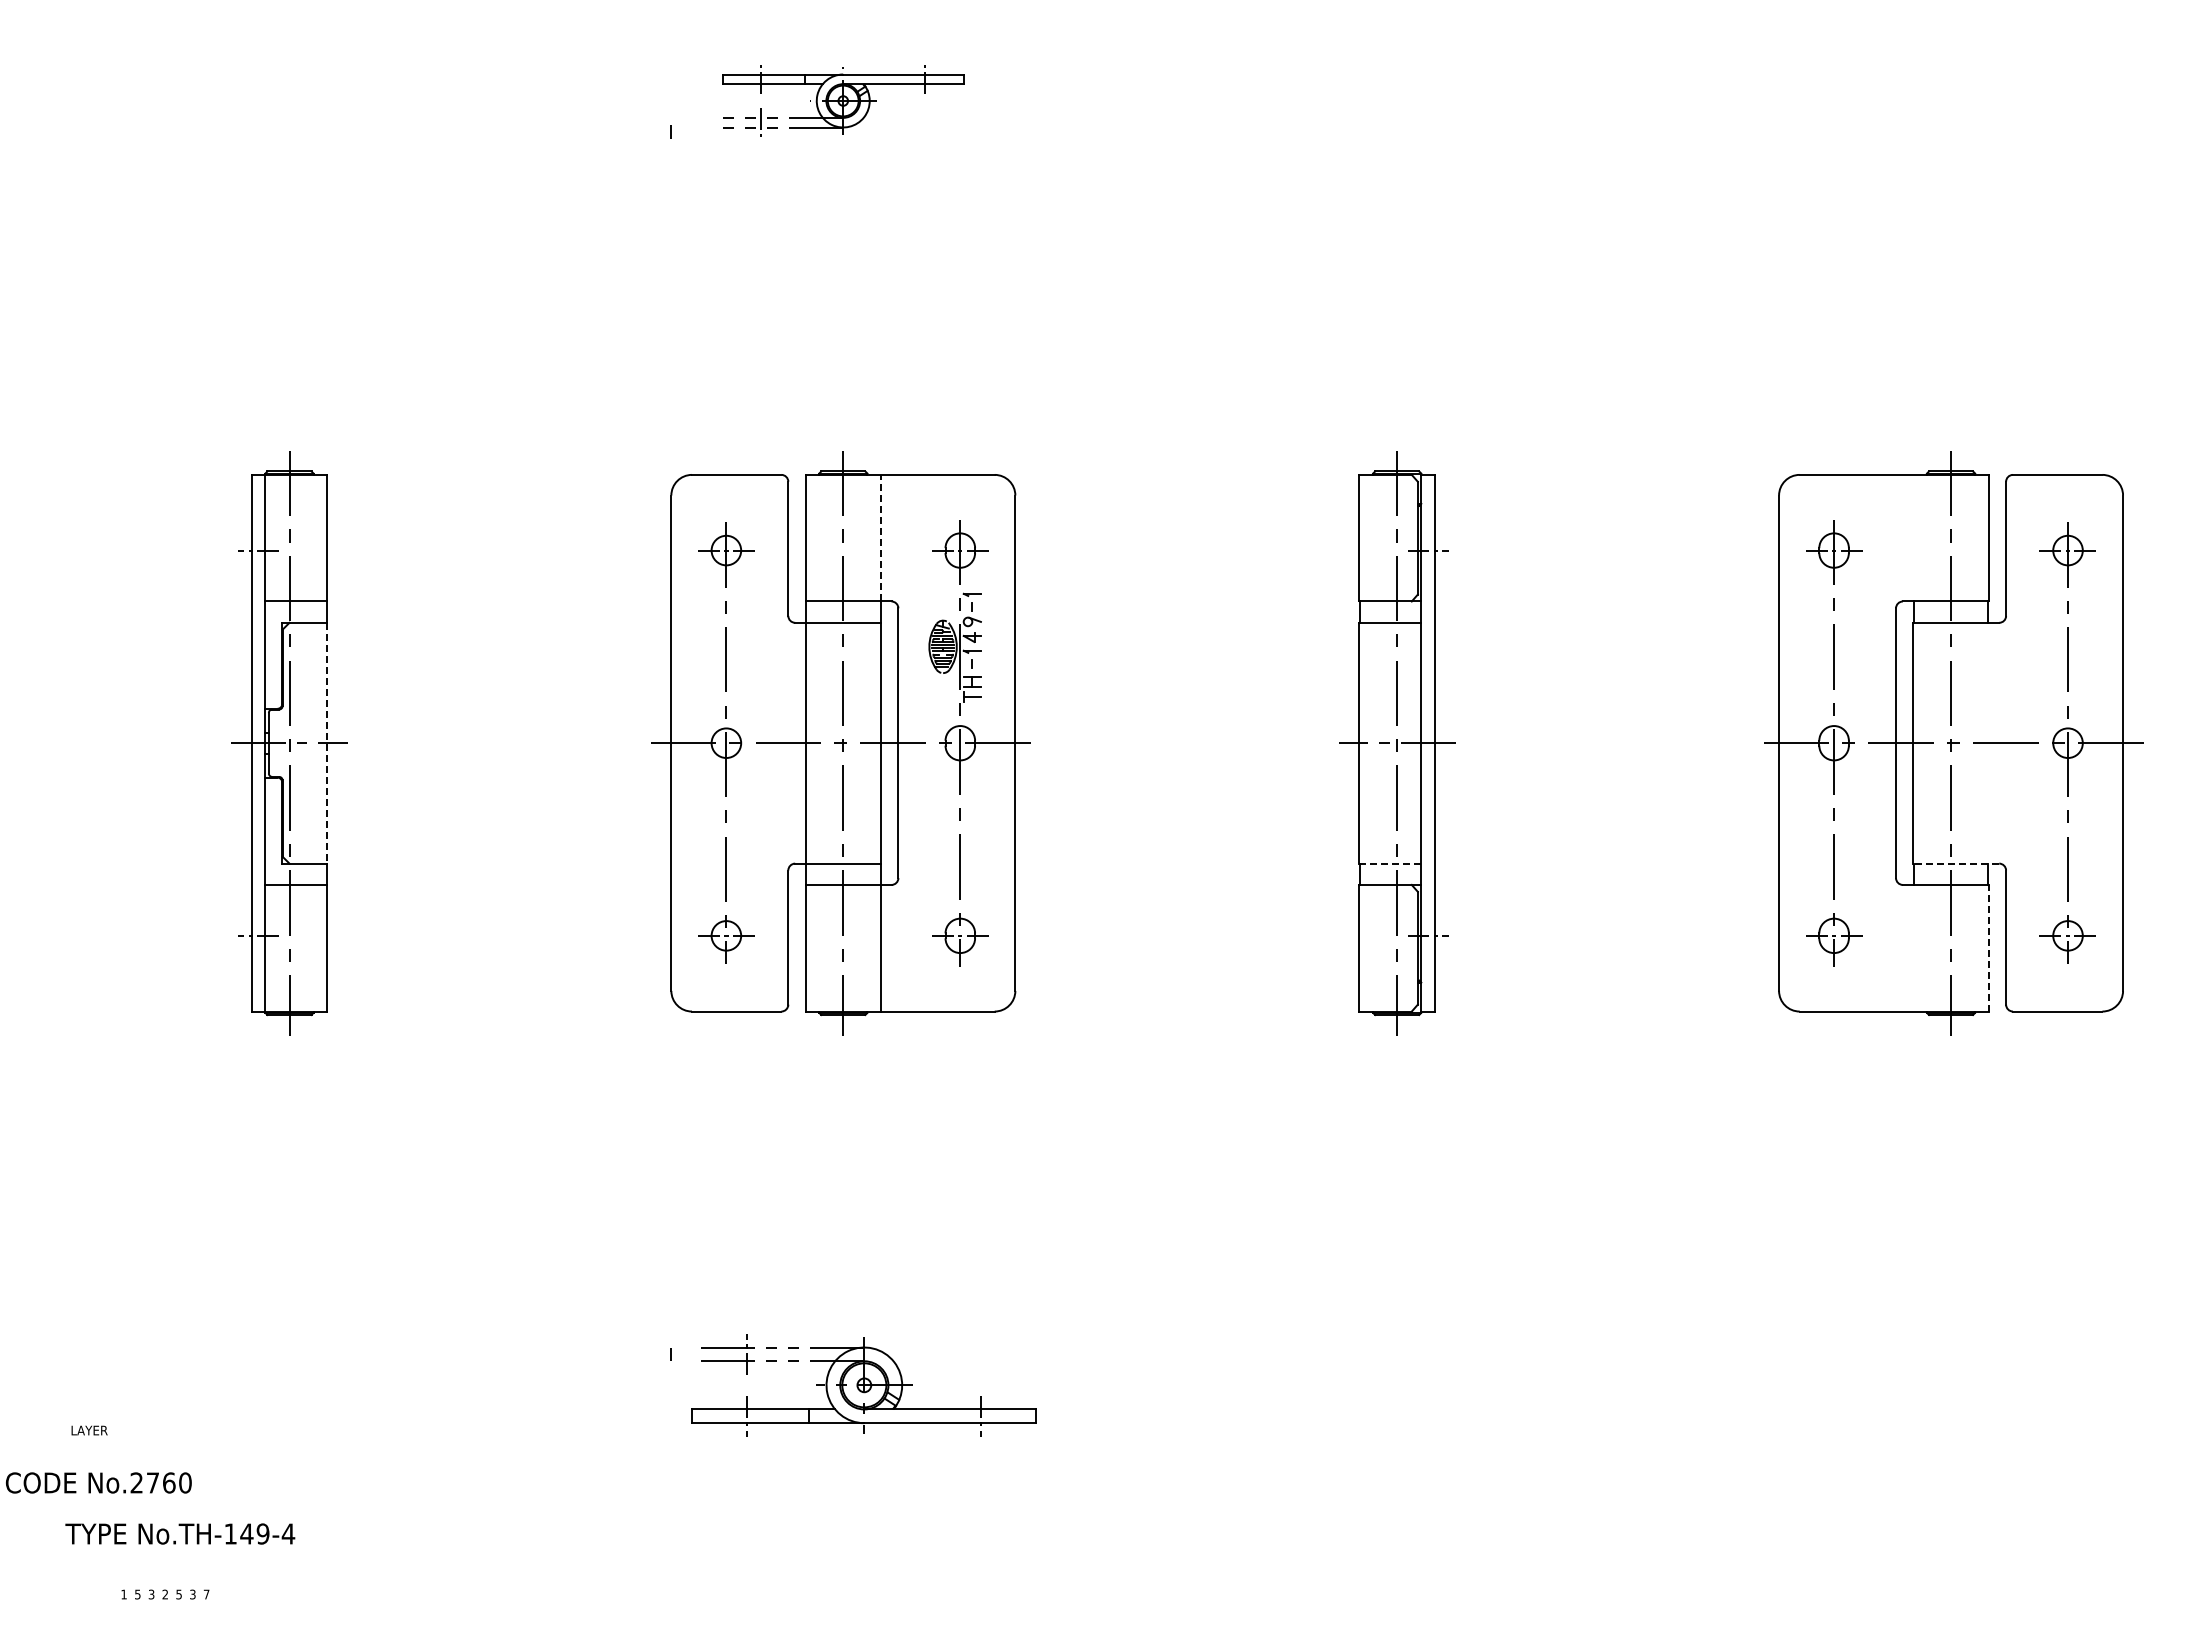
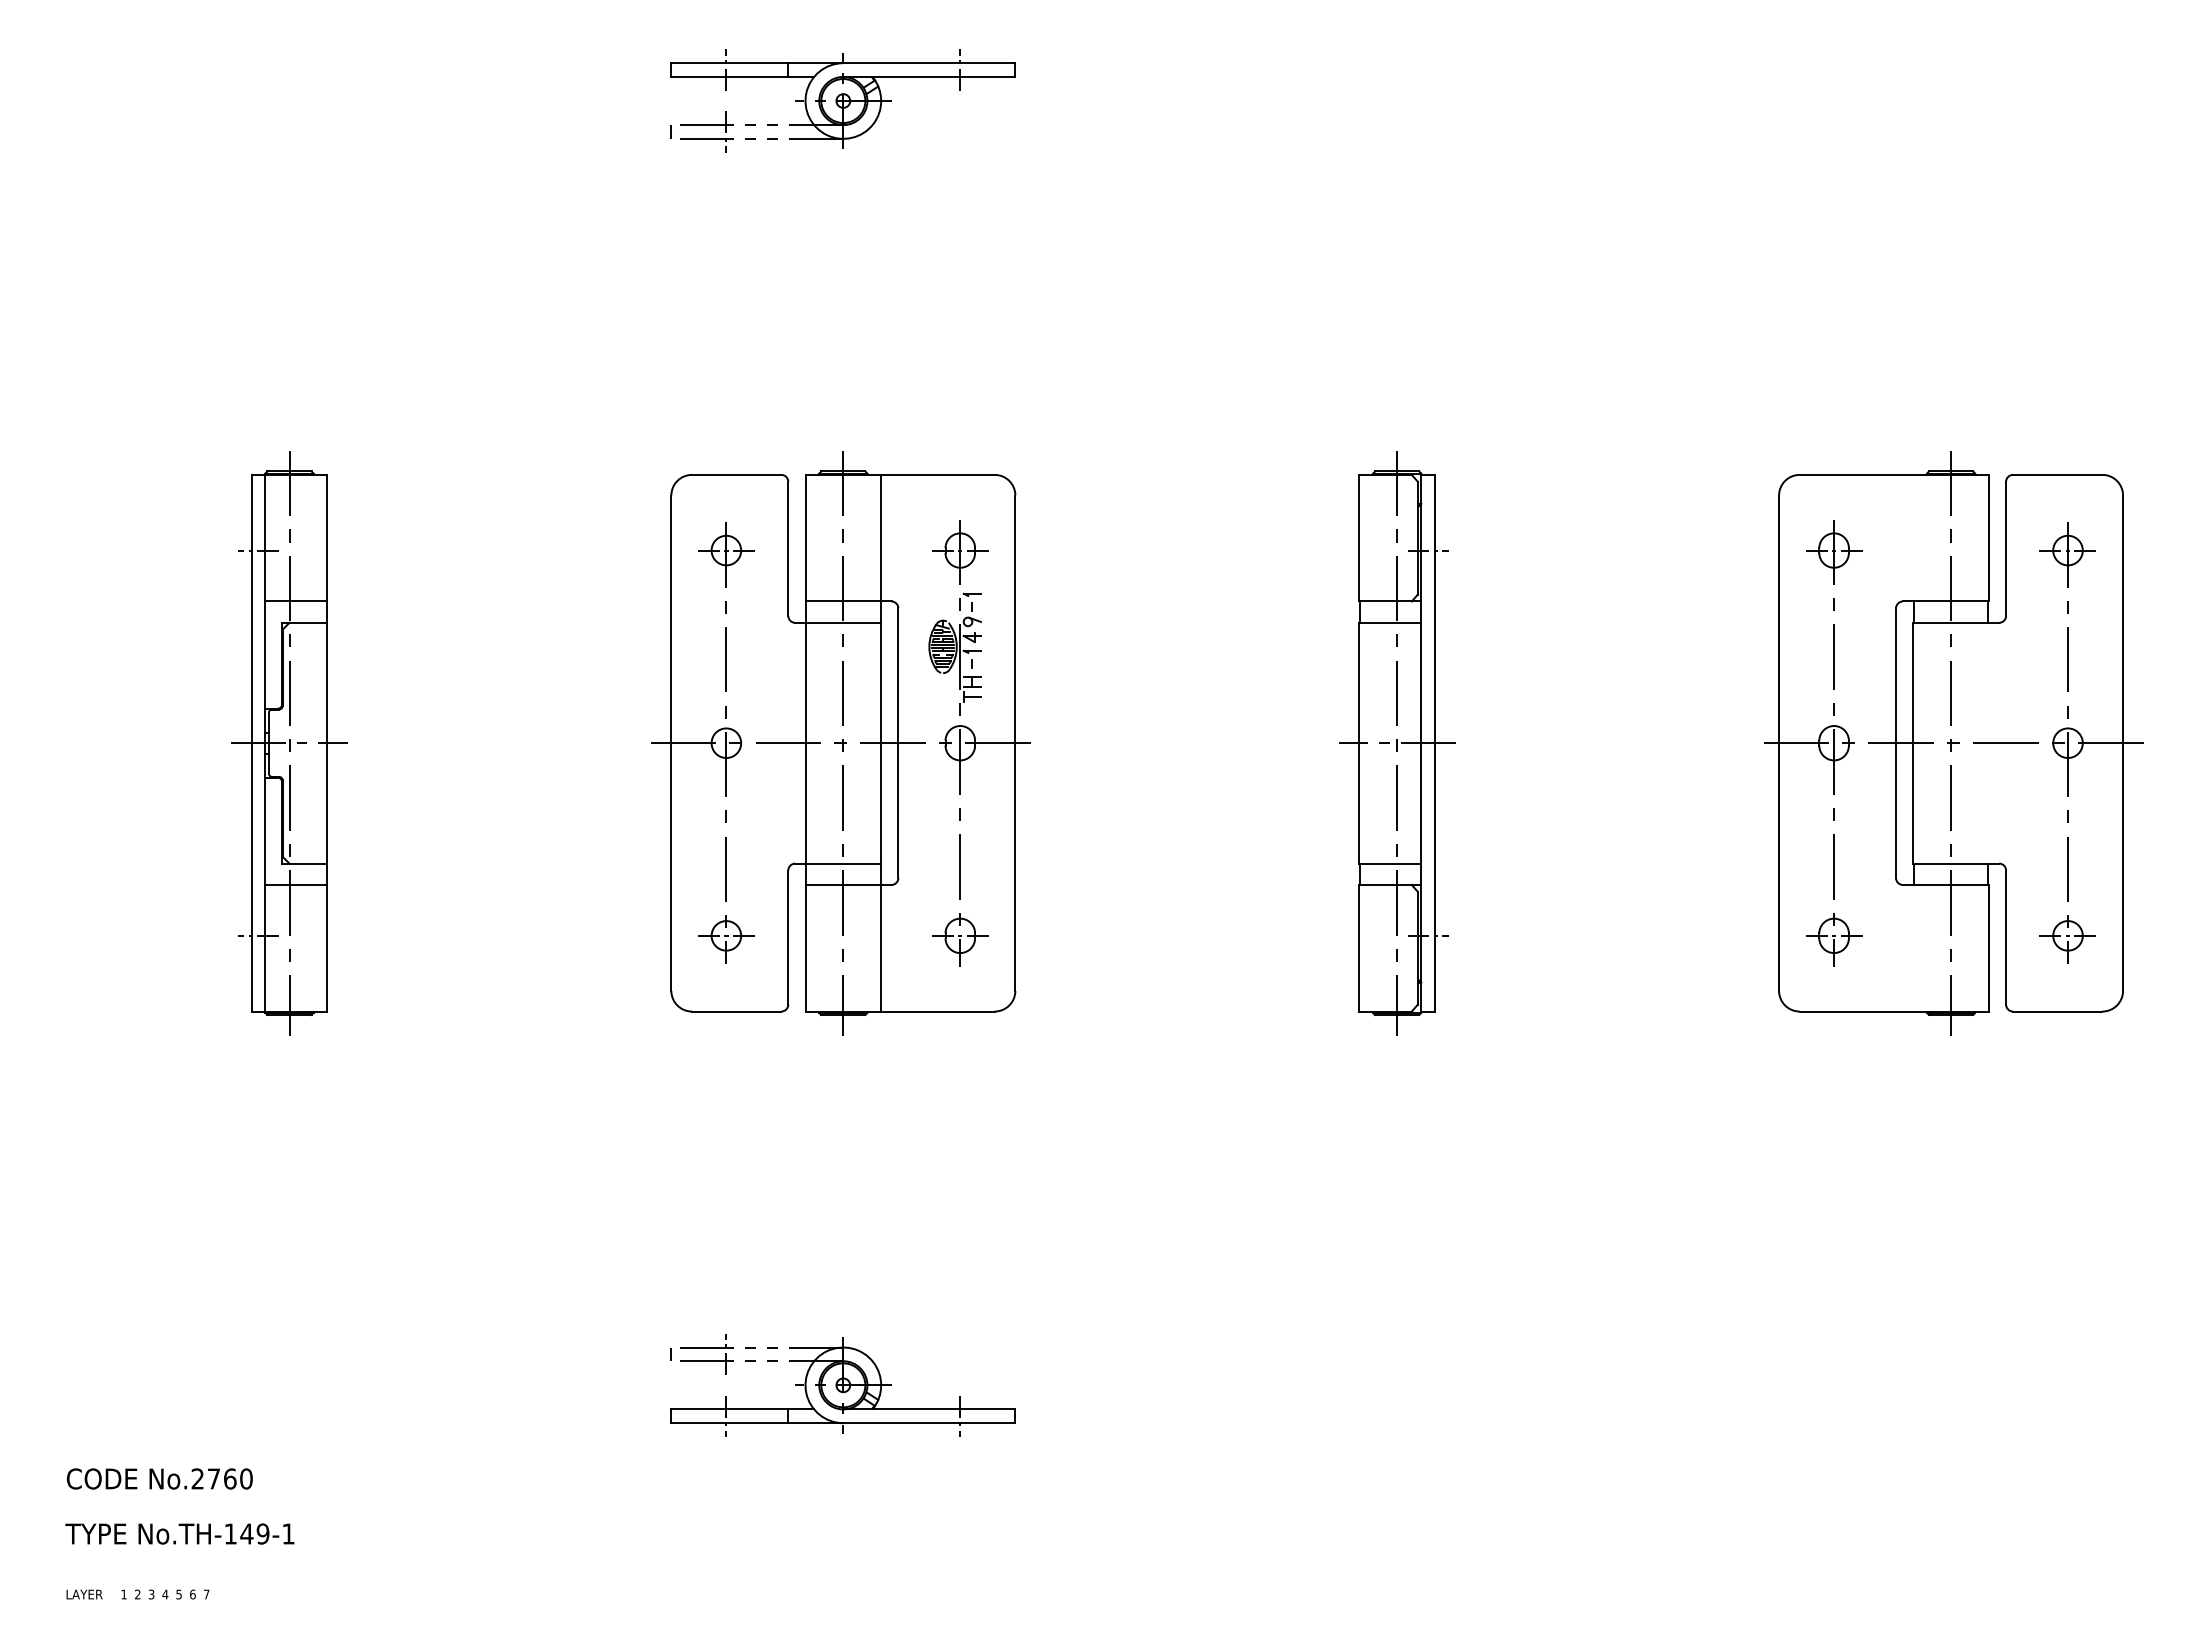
part at (843, 100) size: 243x72 px -> 346x104 px
line at (881, 537): dashed -> solid
line at (327, 743): dashed -> solid
line at (1390, 863): dashed -> solid
line at (1955, 863): dashed -> solid
line at (1988, 947): dashed -> solid
part at (863, 1385) position: (863, 1385) -> (842, 1385)
text at (89, 1430) position: (89, 1430) -> (84, 1594)
text at (98, 1482) position: (98, 1482) -> (159, 1478)
text at (288, 1533): No.TH-149-4 -> No.TH-149-1
text at (137, 1594): 5 -> 2
text at (165, 1594): 2 -> 4
text at (192, 1594): 3 -> 6
